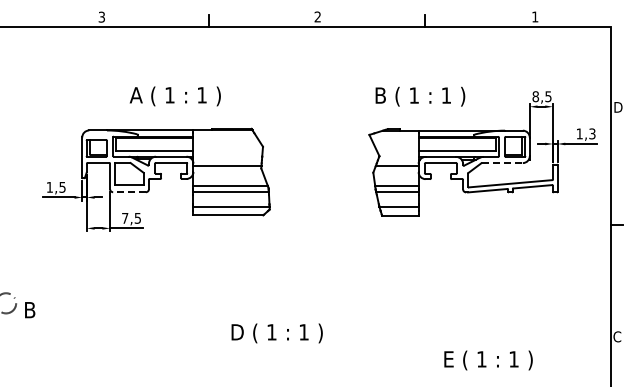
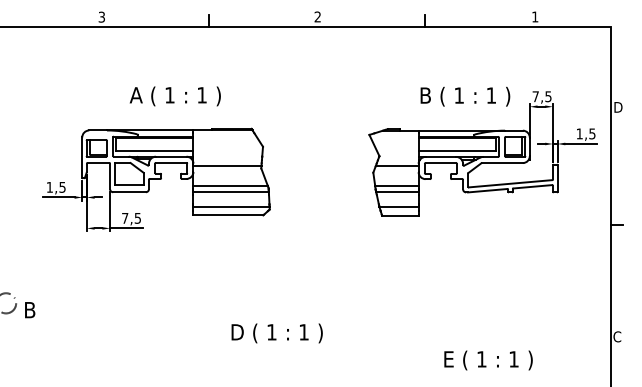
text at (420, 96) position: (420, 96) -> (465, 96)
text at (535, 96): 8,5 -> 7,5
text at (592, 133): 1,3 -> 1,5
line at (502, 163): dashed -> solid
line at (129, 192): dashed -> solid
